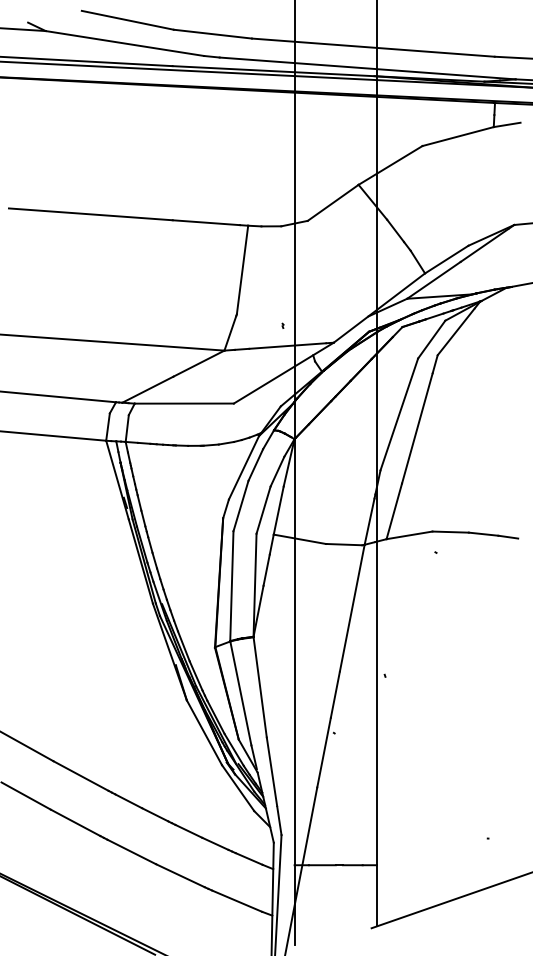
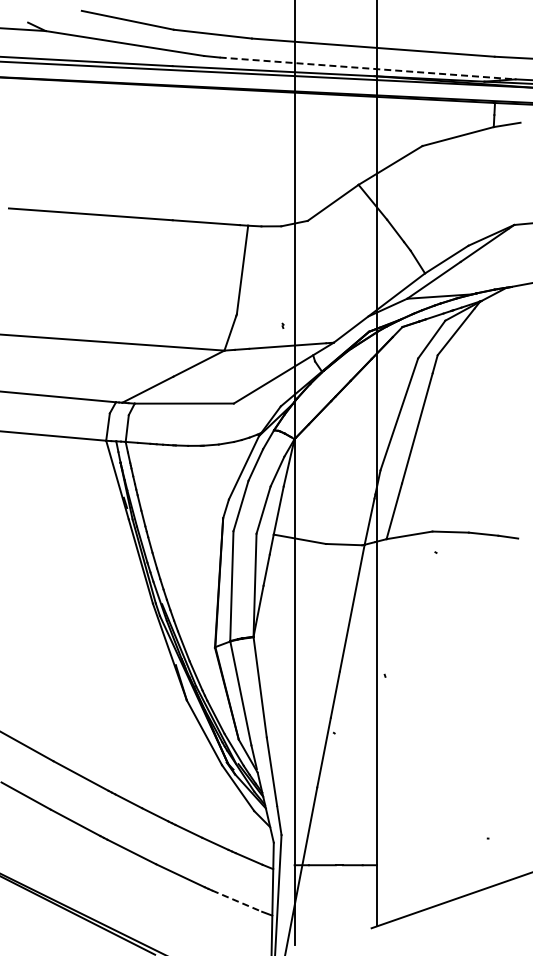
line at (368, 68): solid -> dashed
line at (237, 901): solid -> dashed
